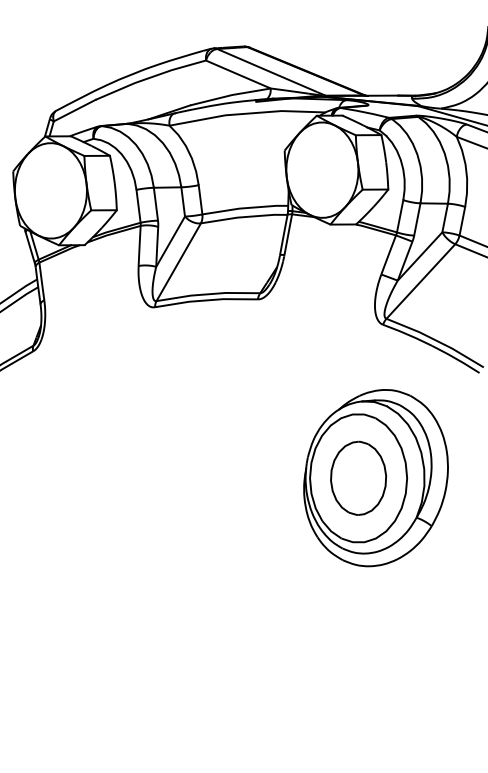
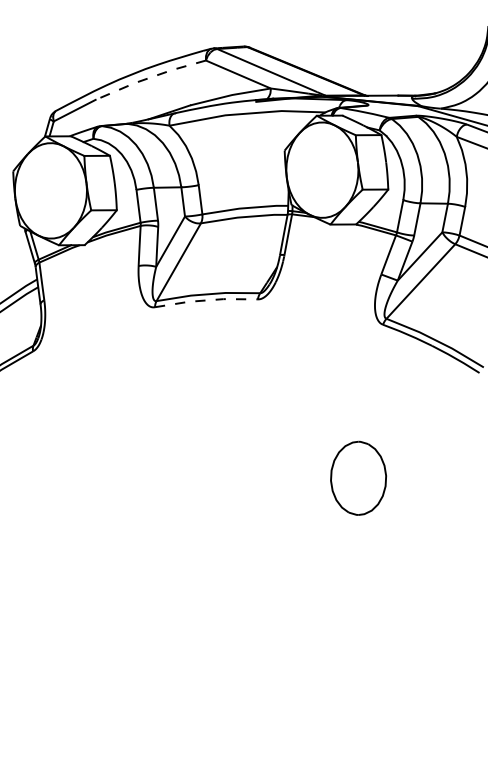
line at (149, 77): solid -> dashed
line at (206, 300): solid -> dashed
part at (375, 478): present -> none
